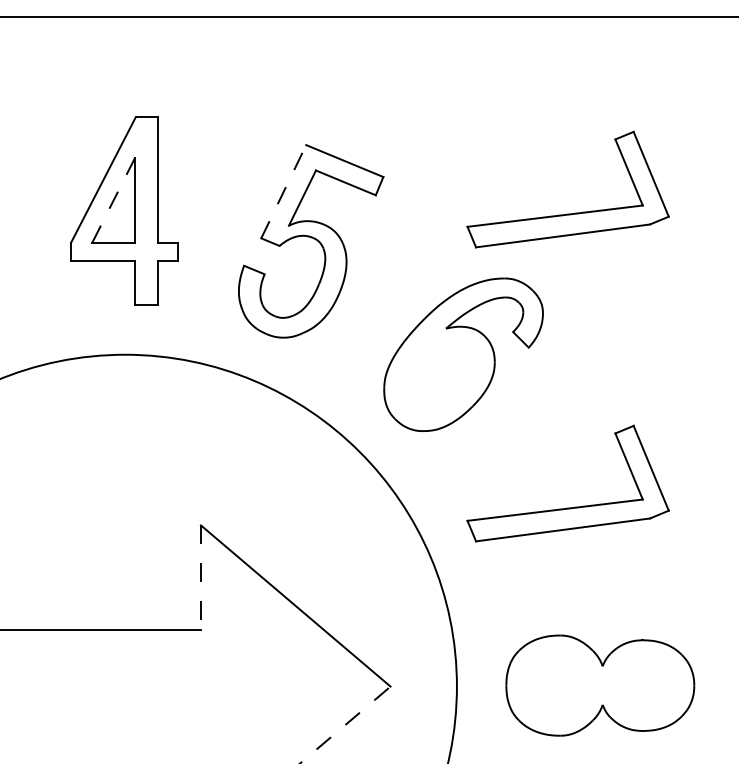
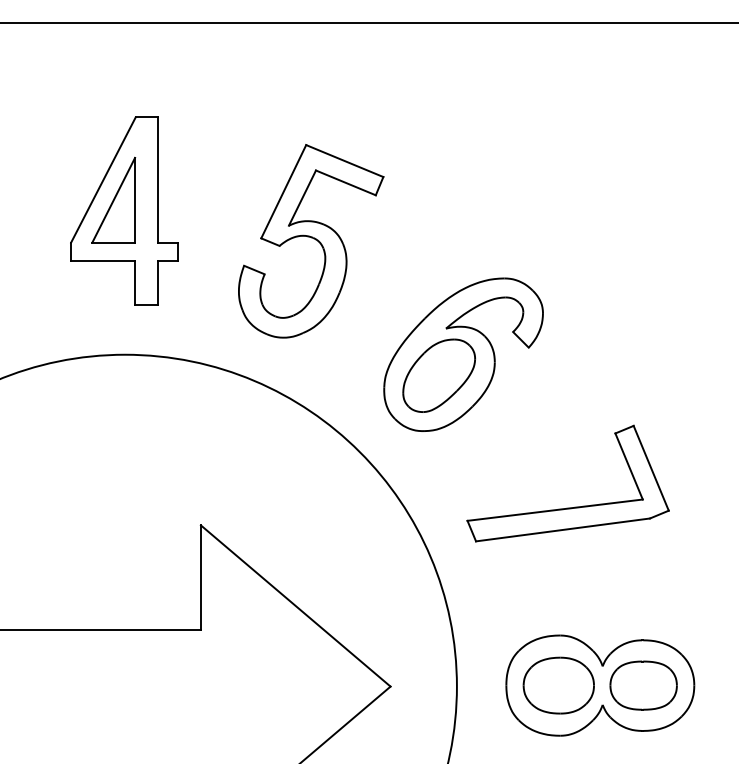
line at (368, 16) position: (368, 16) -> (368, 22)
line at (283, 191): dashed -> solid
line at (113, 200): dashed -> solid
part at (567, 213): present -> none
part at (438, 375): none -> present
line at (200, 578): dashed -> solid
part at (558, 685): none -> present
part at (643, 685): none -> present
line at (345, 724): dashed -> solid
